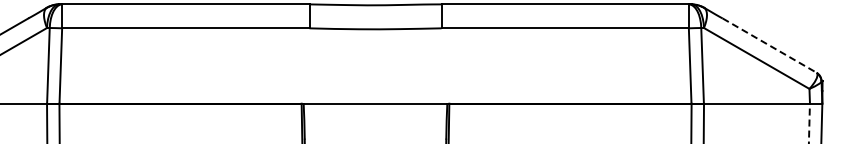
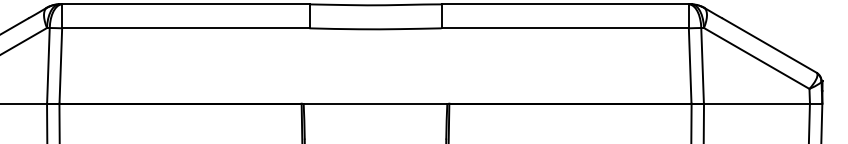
line at (770, 45): dashed -> solid
line at (809, 123): dashed -> solid
